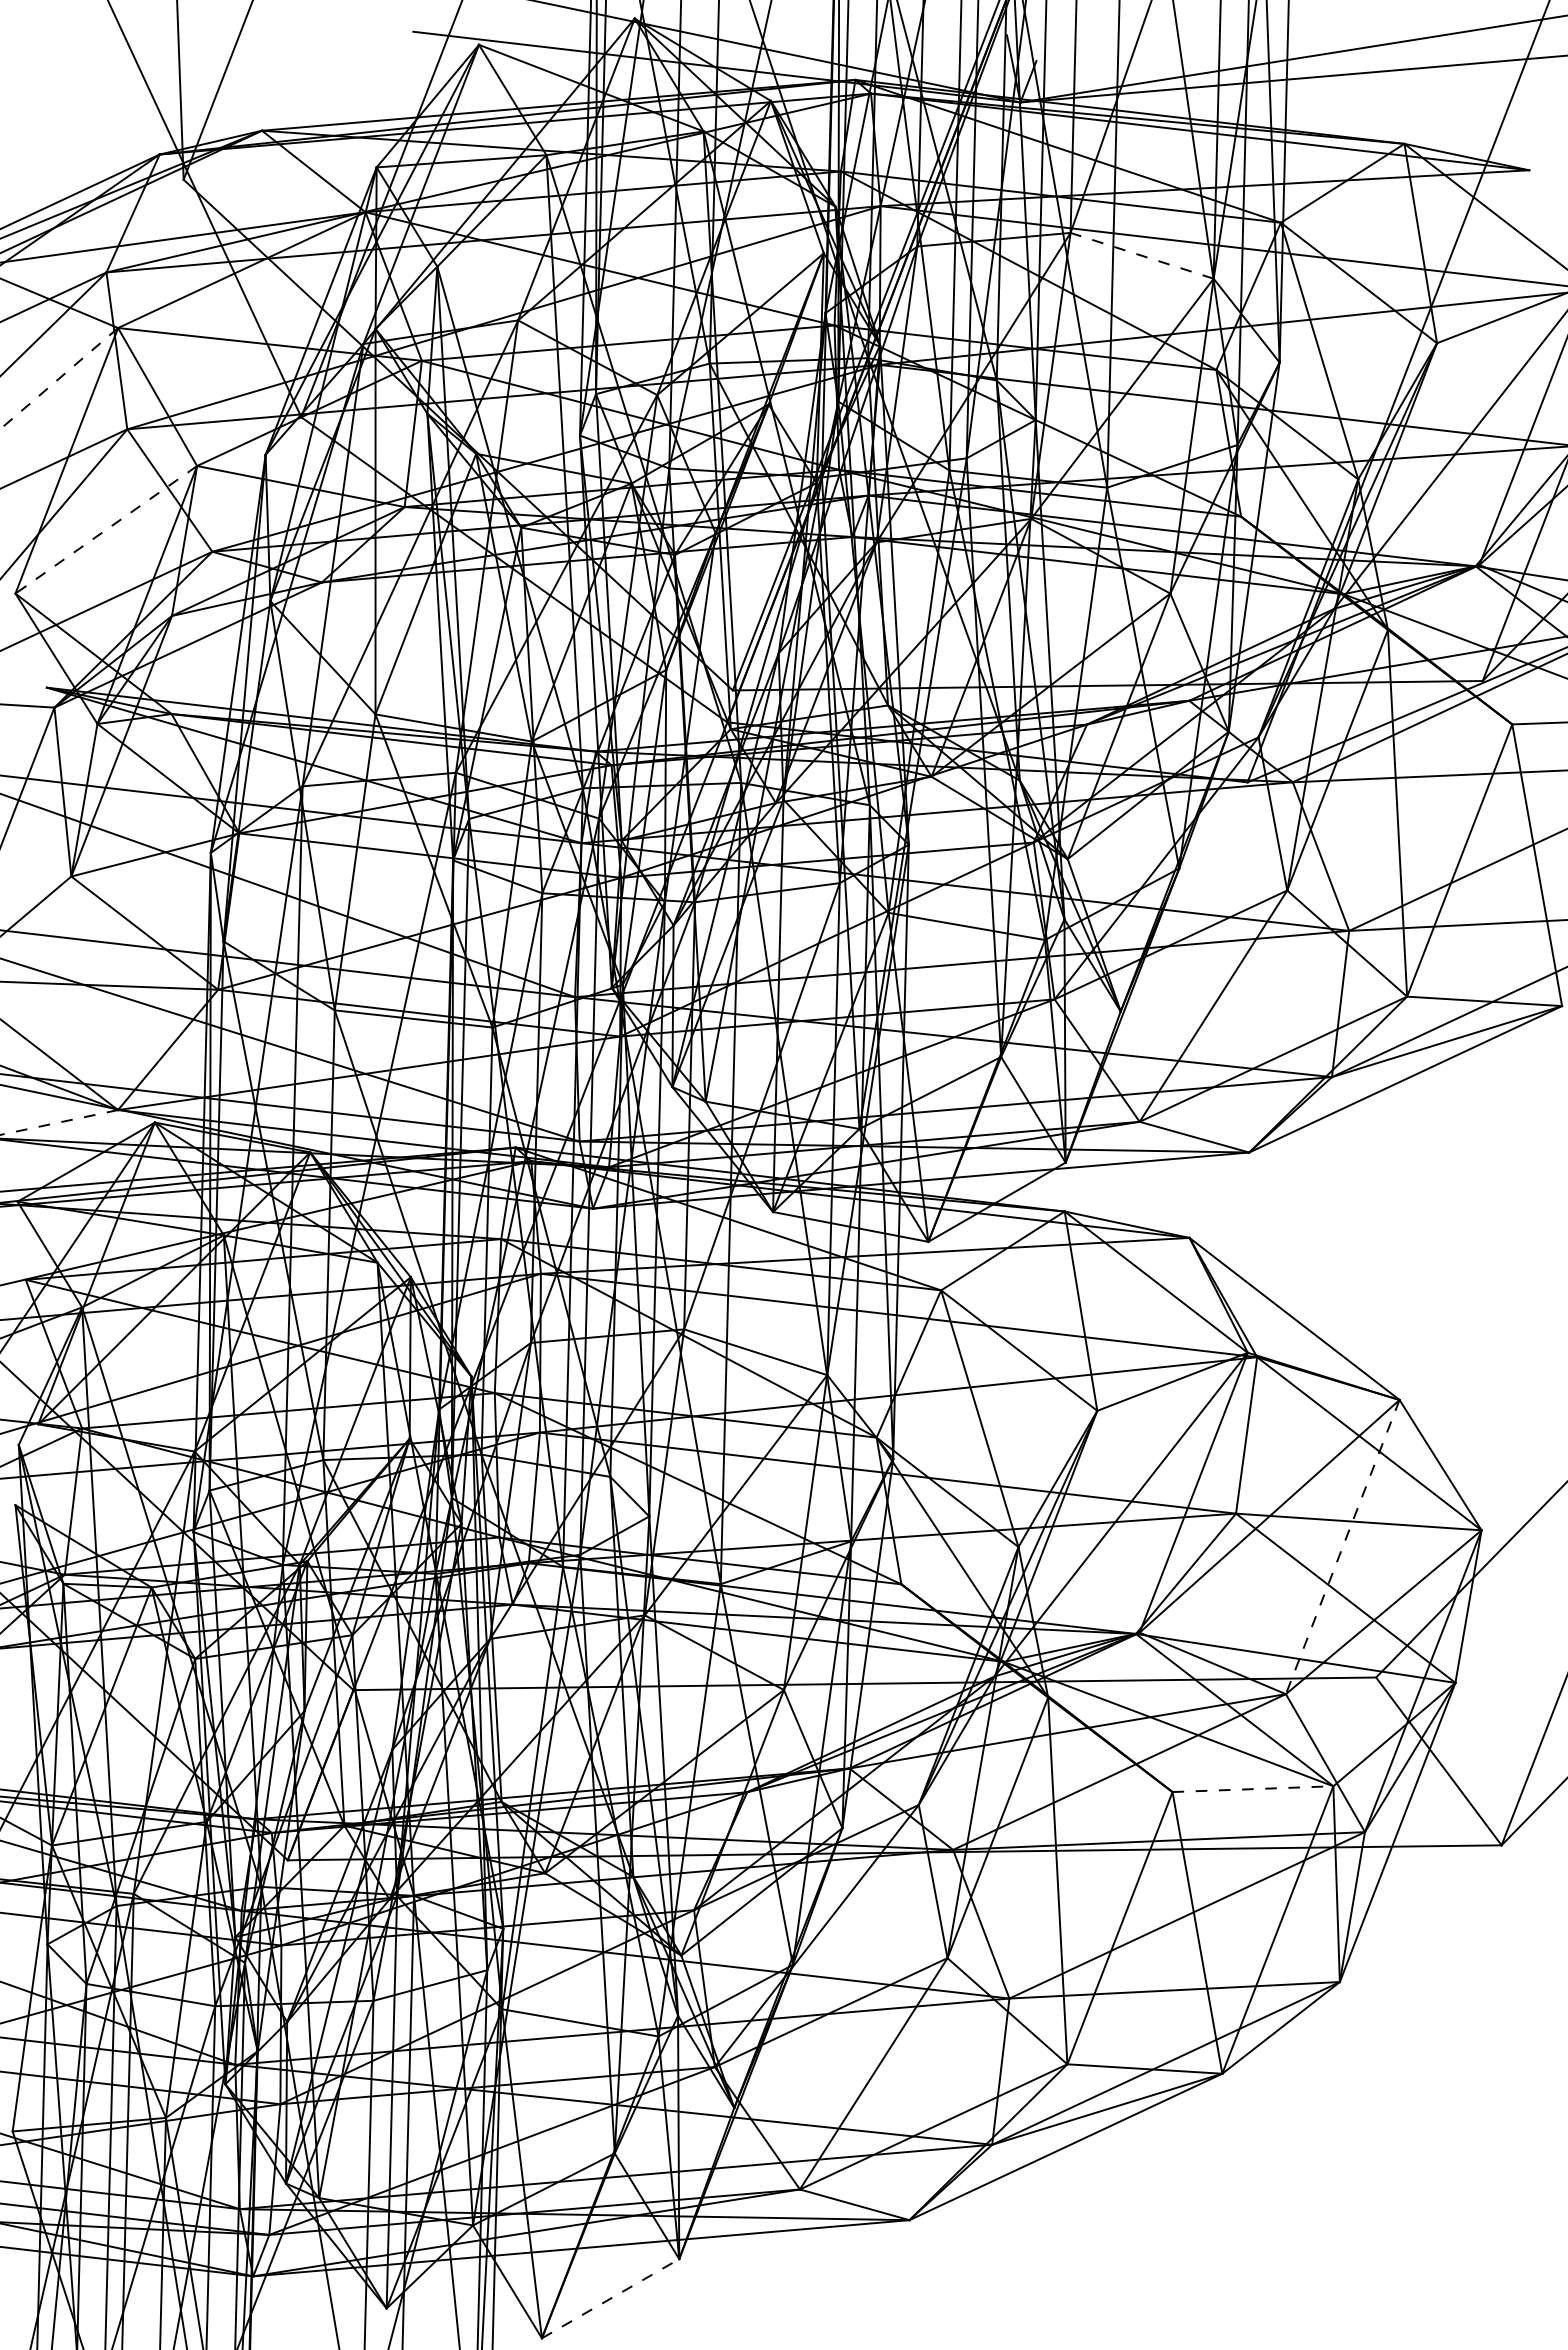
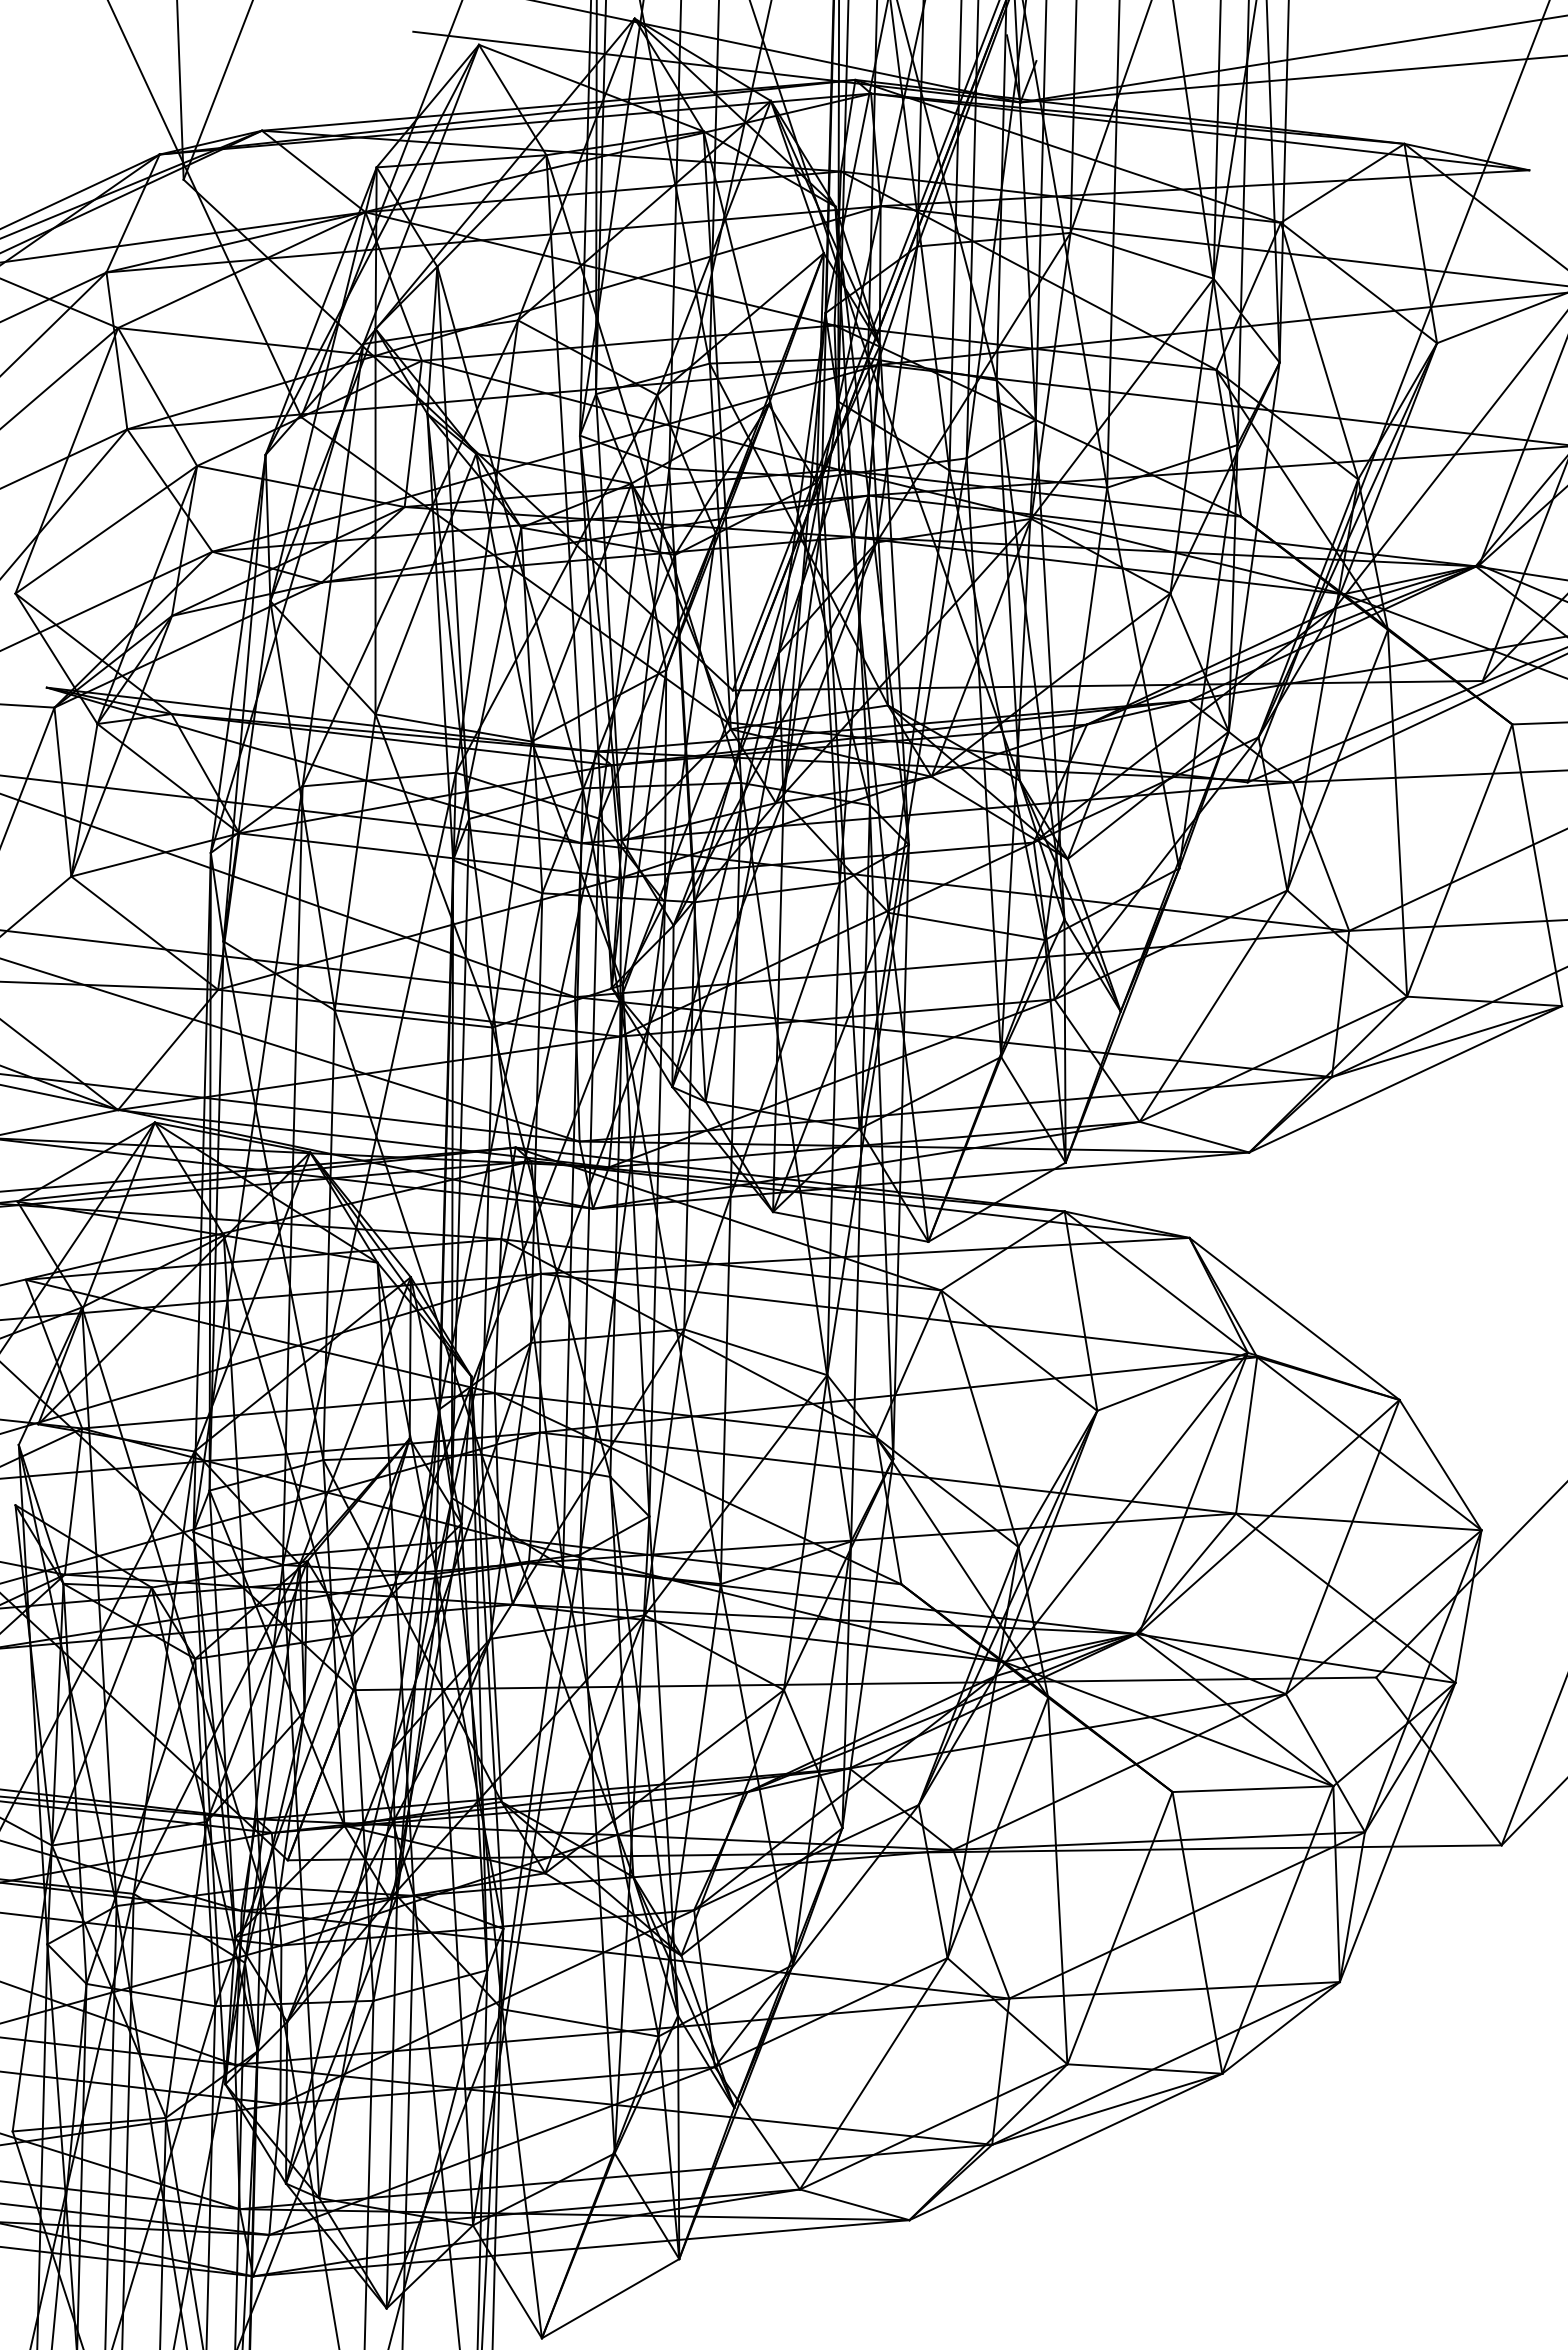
line at (1141, 255): dashed -> solid
line at (59, 378): dashed -> solid
line at (106, 529): dashed -> solid
line at (58, 1122): dashed -> solid
line at (1342, 1547): dashed -> solid
line at (1253, 1789): dashed -> solid
line at (611, 2298): dashed -> solid
